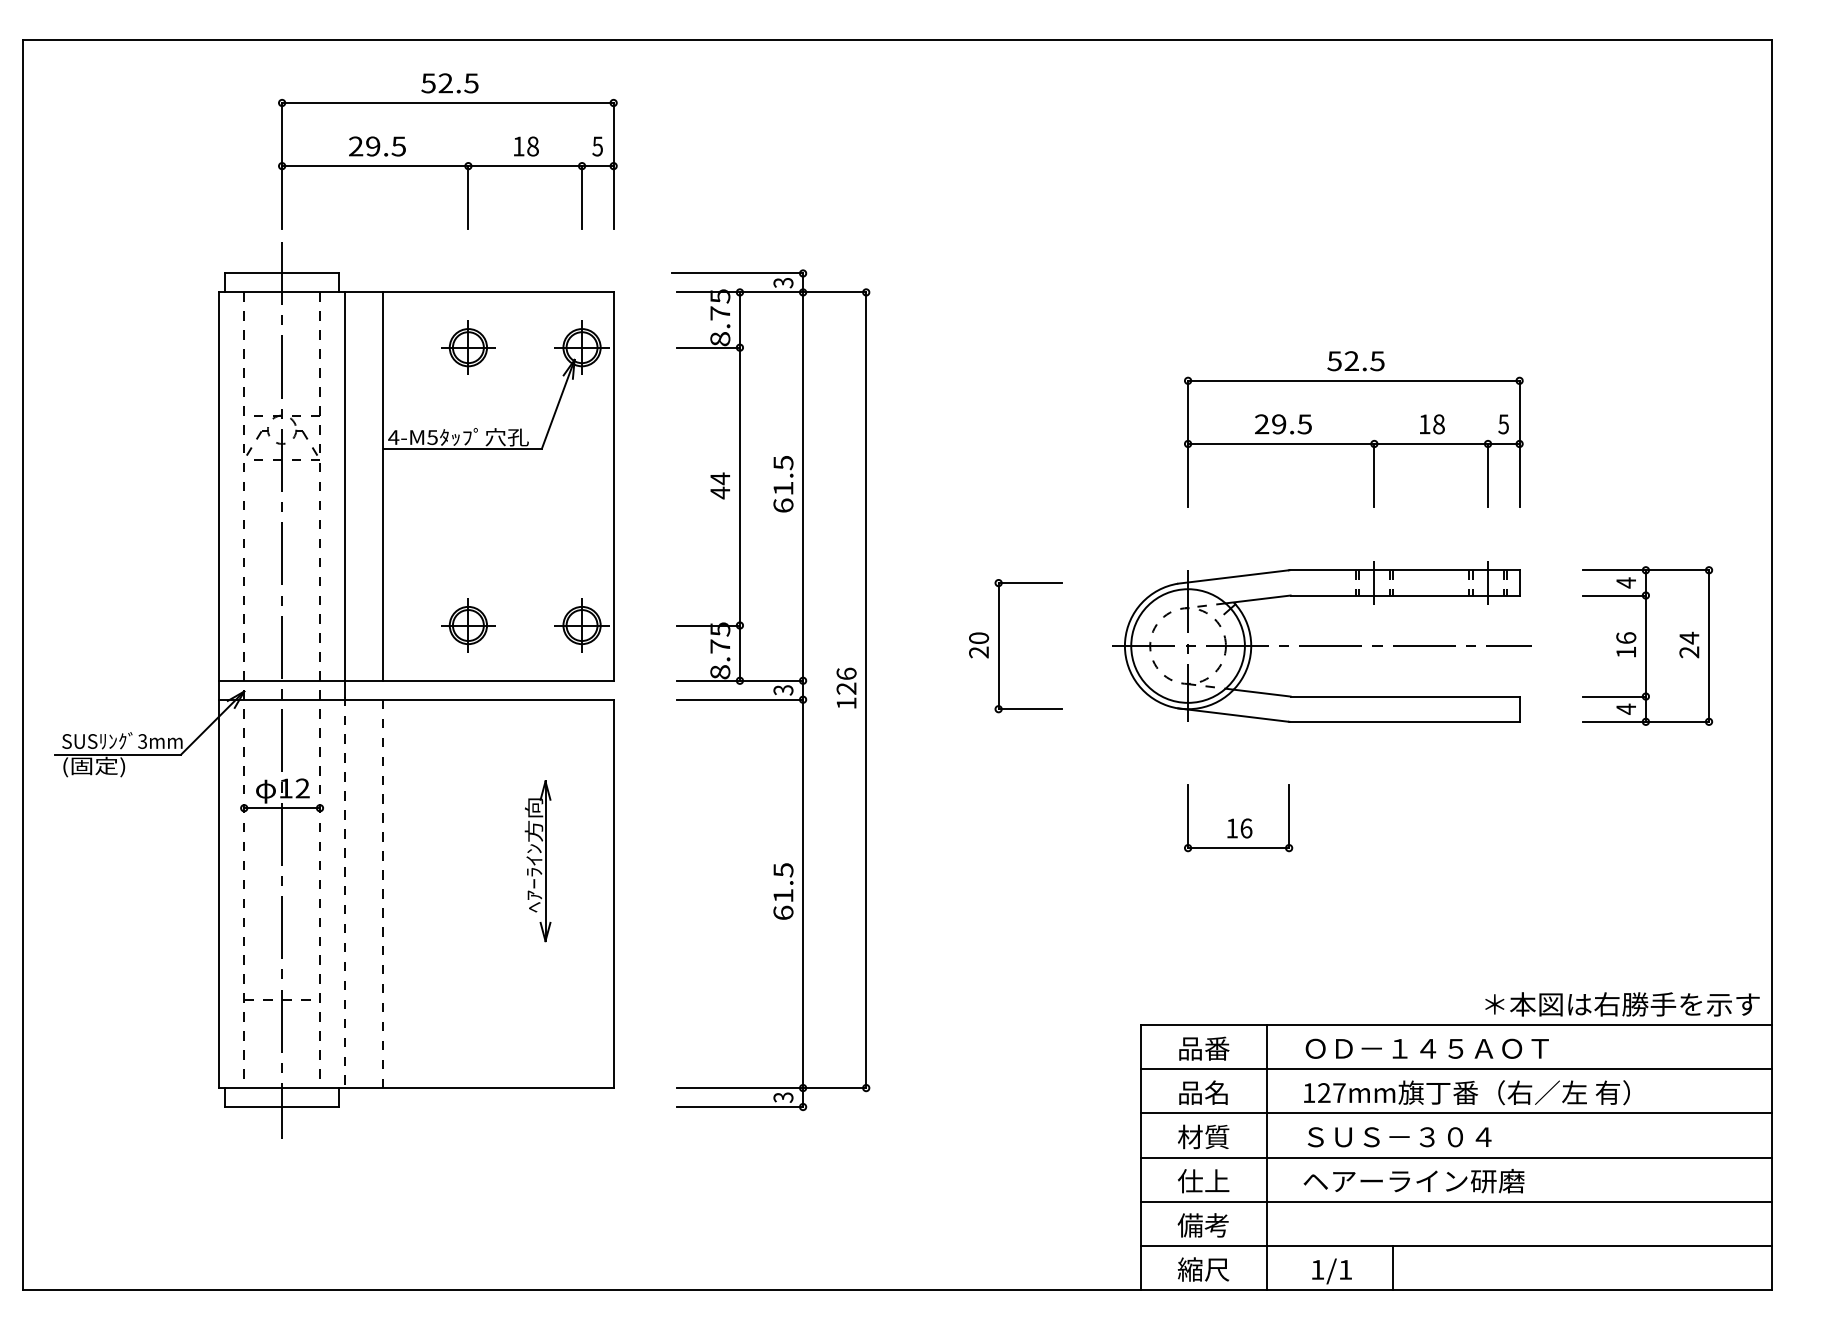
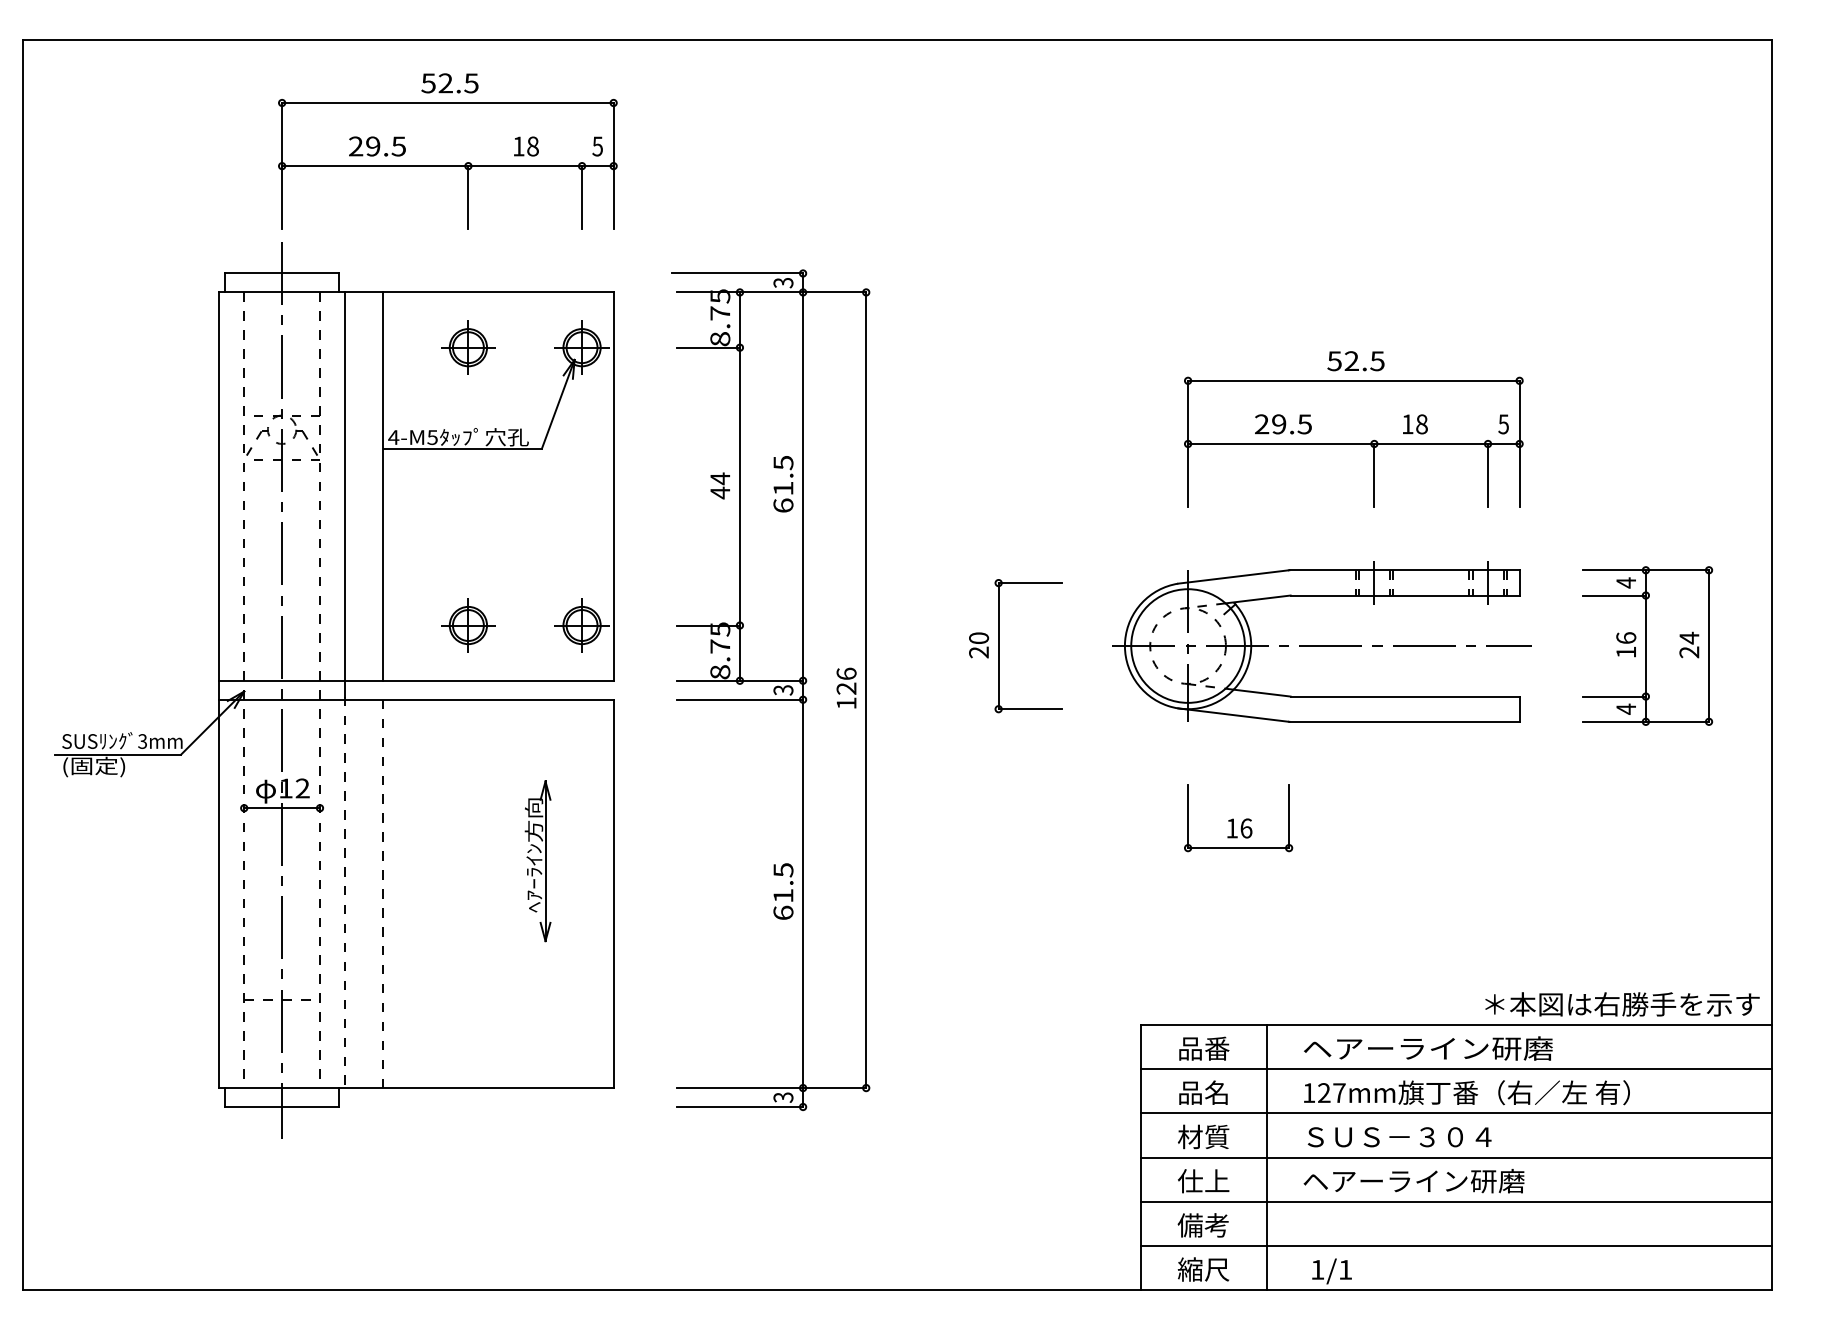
text at (1432, 424) position: (1432, 424) -> (1415, 424)
text at (1428, 1048): ＯＤ－１４５ＡＯＴ -> ヘアーライン研磨
line at (1393, 1267): present -> none
